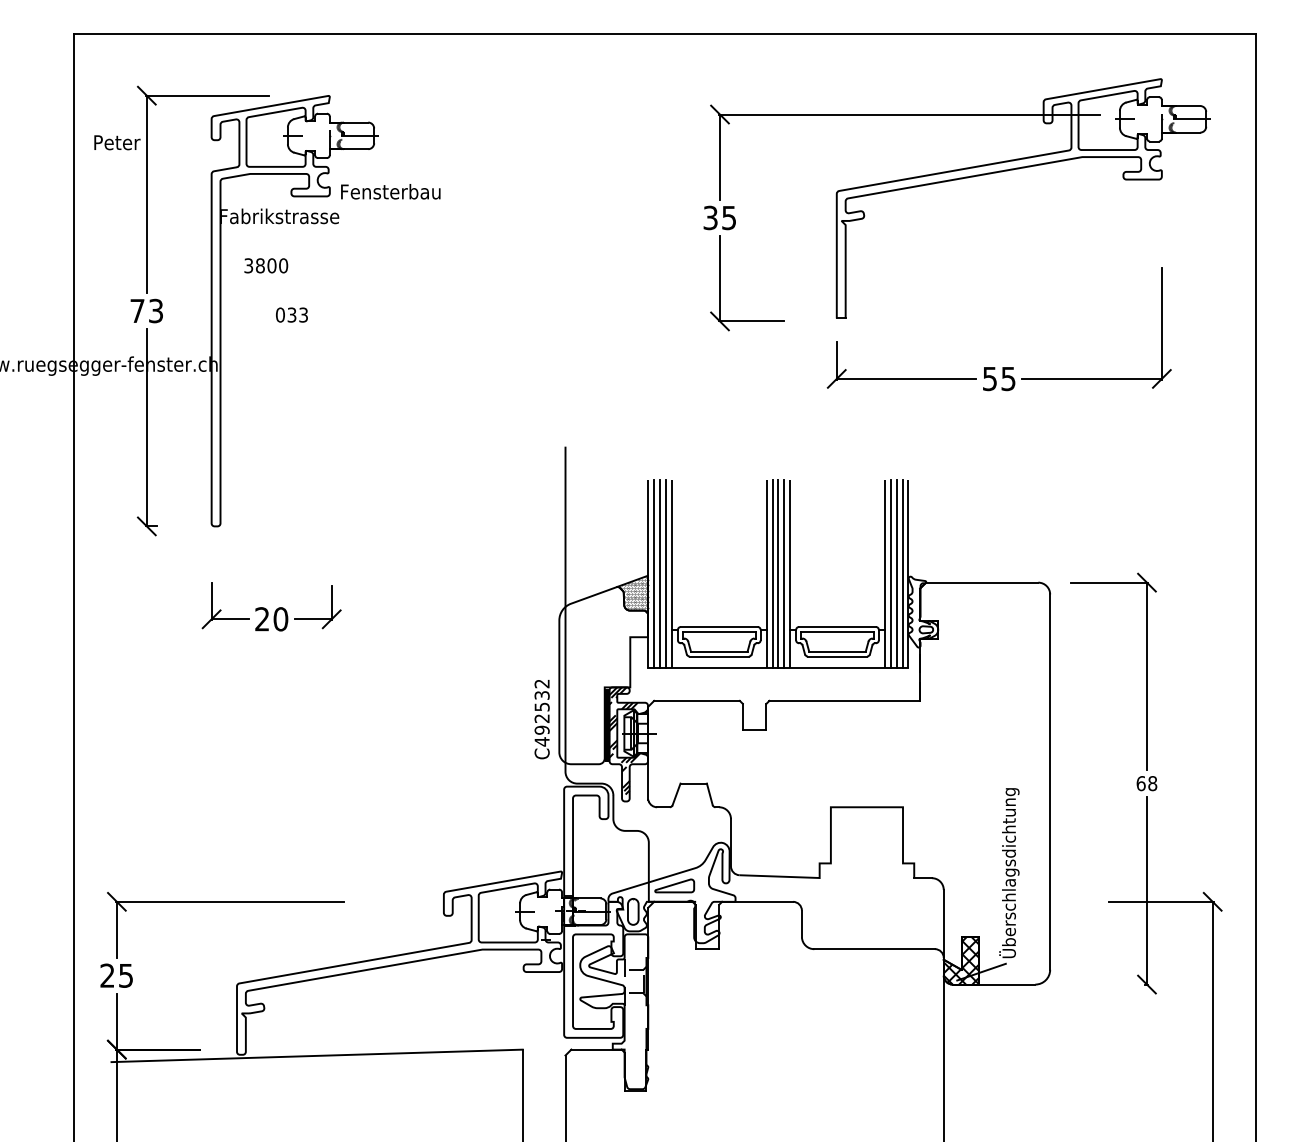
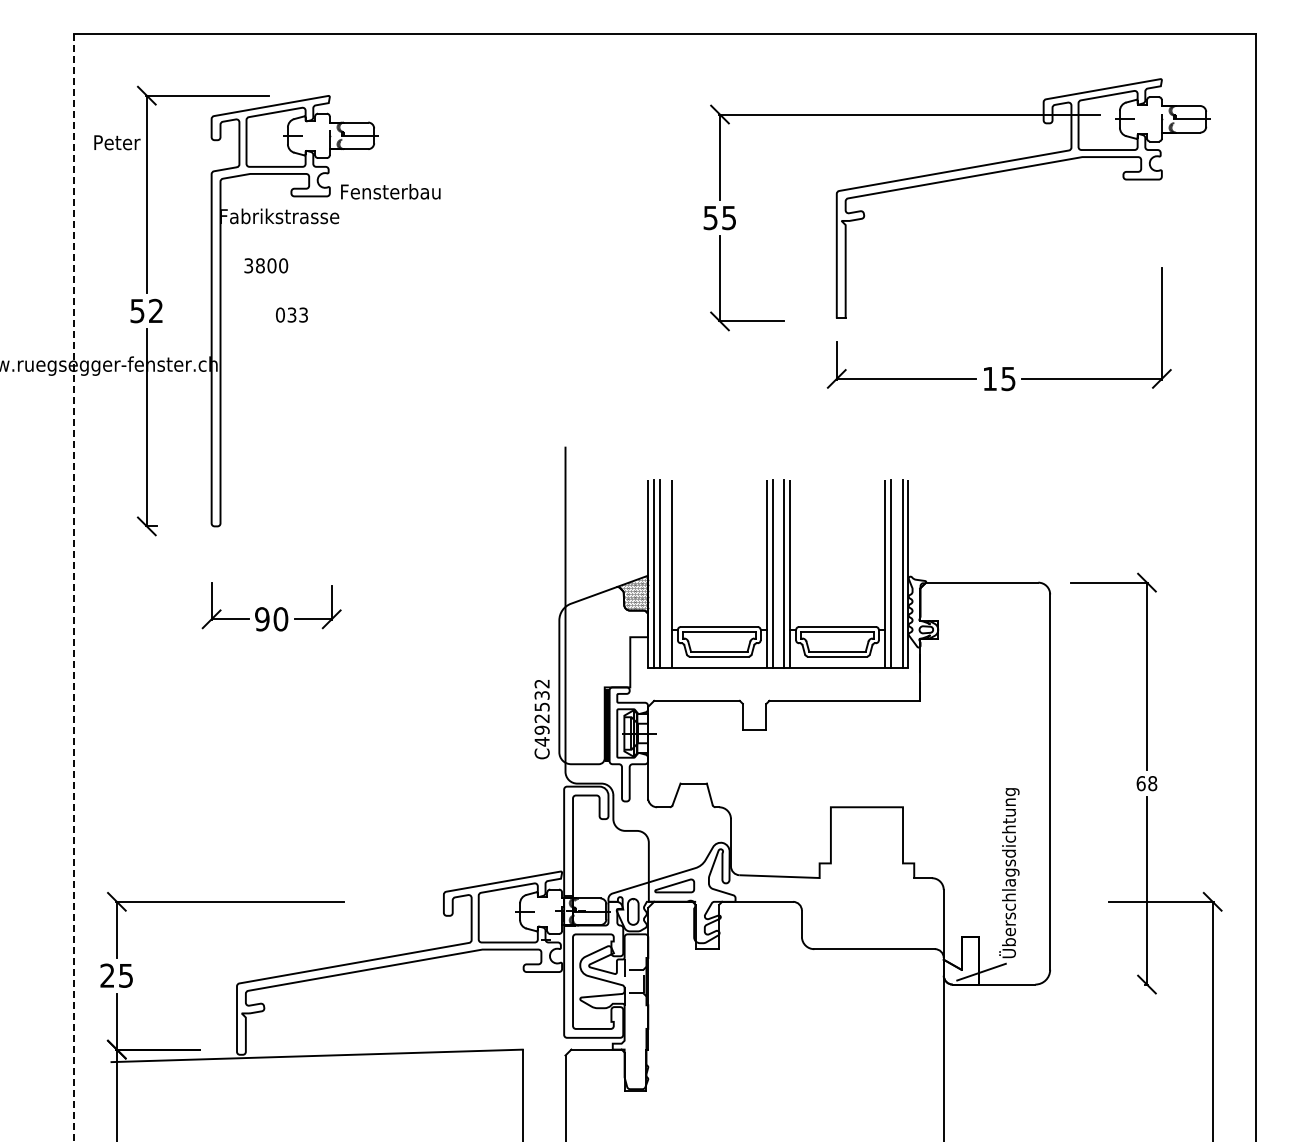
text at (710, 217): 35 -> 55
text at (146, 311): 73 -> 52
text at (989, 379): 55 -> 15
line at (666, 573): present -> none
line at (778, 573): present -> none
line at (896, 573): present -> none
line at (74, 588): solid -> dashed
text at (262, 619): 20 -> 90
hatch at (628, 740): present -> none
hatch at (961, 960): present -> none
